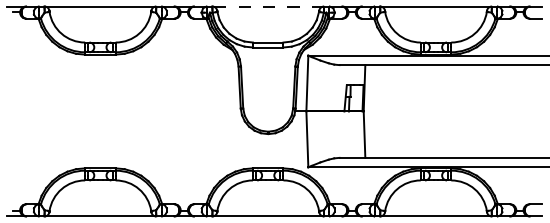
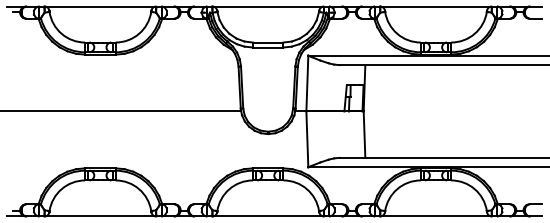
line at (268, 6): dashed -> solid
line at (121, 111): none -> present
